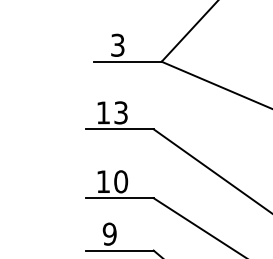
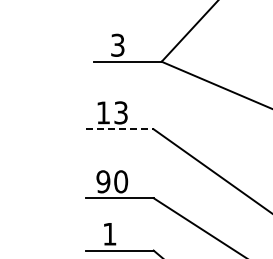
line at (120, 129): solid -> dashed
text at (103, 181): 10 -> 90
text at (109, 233): 9 -> 1
